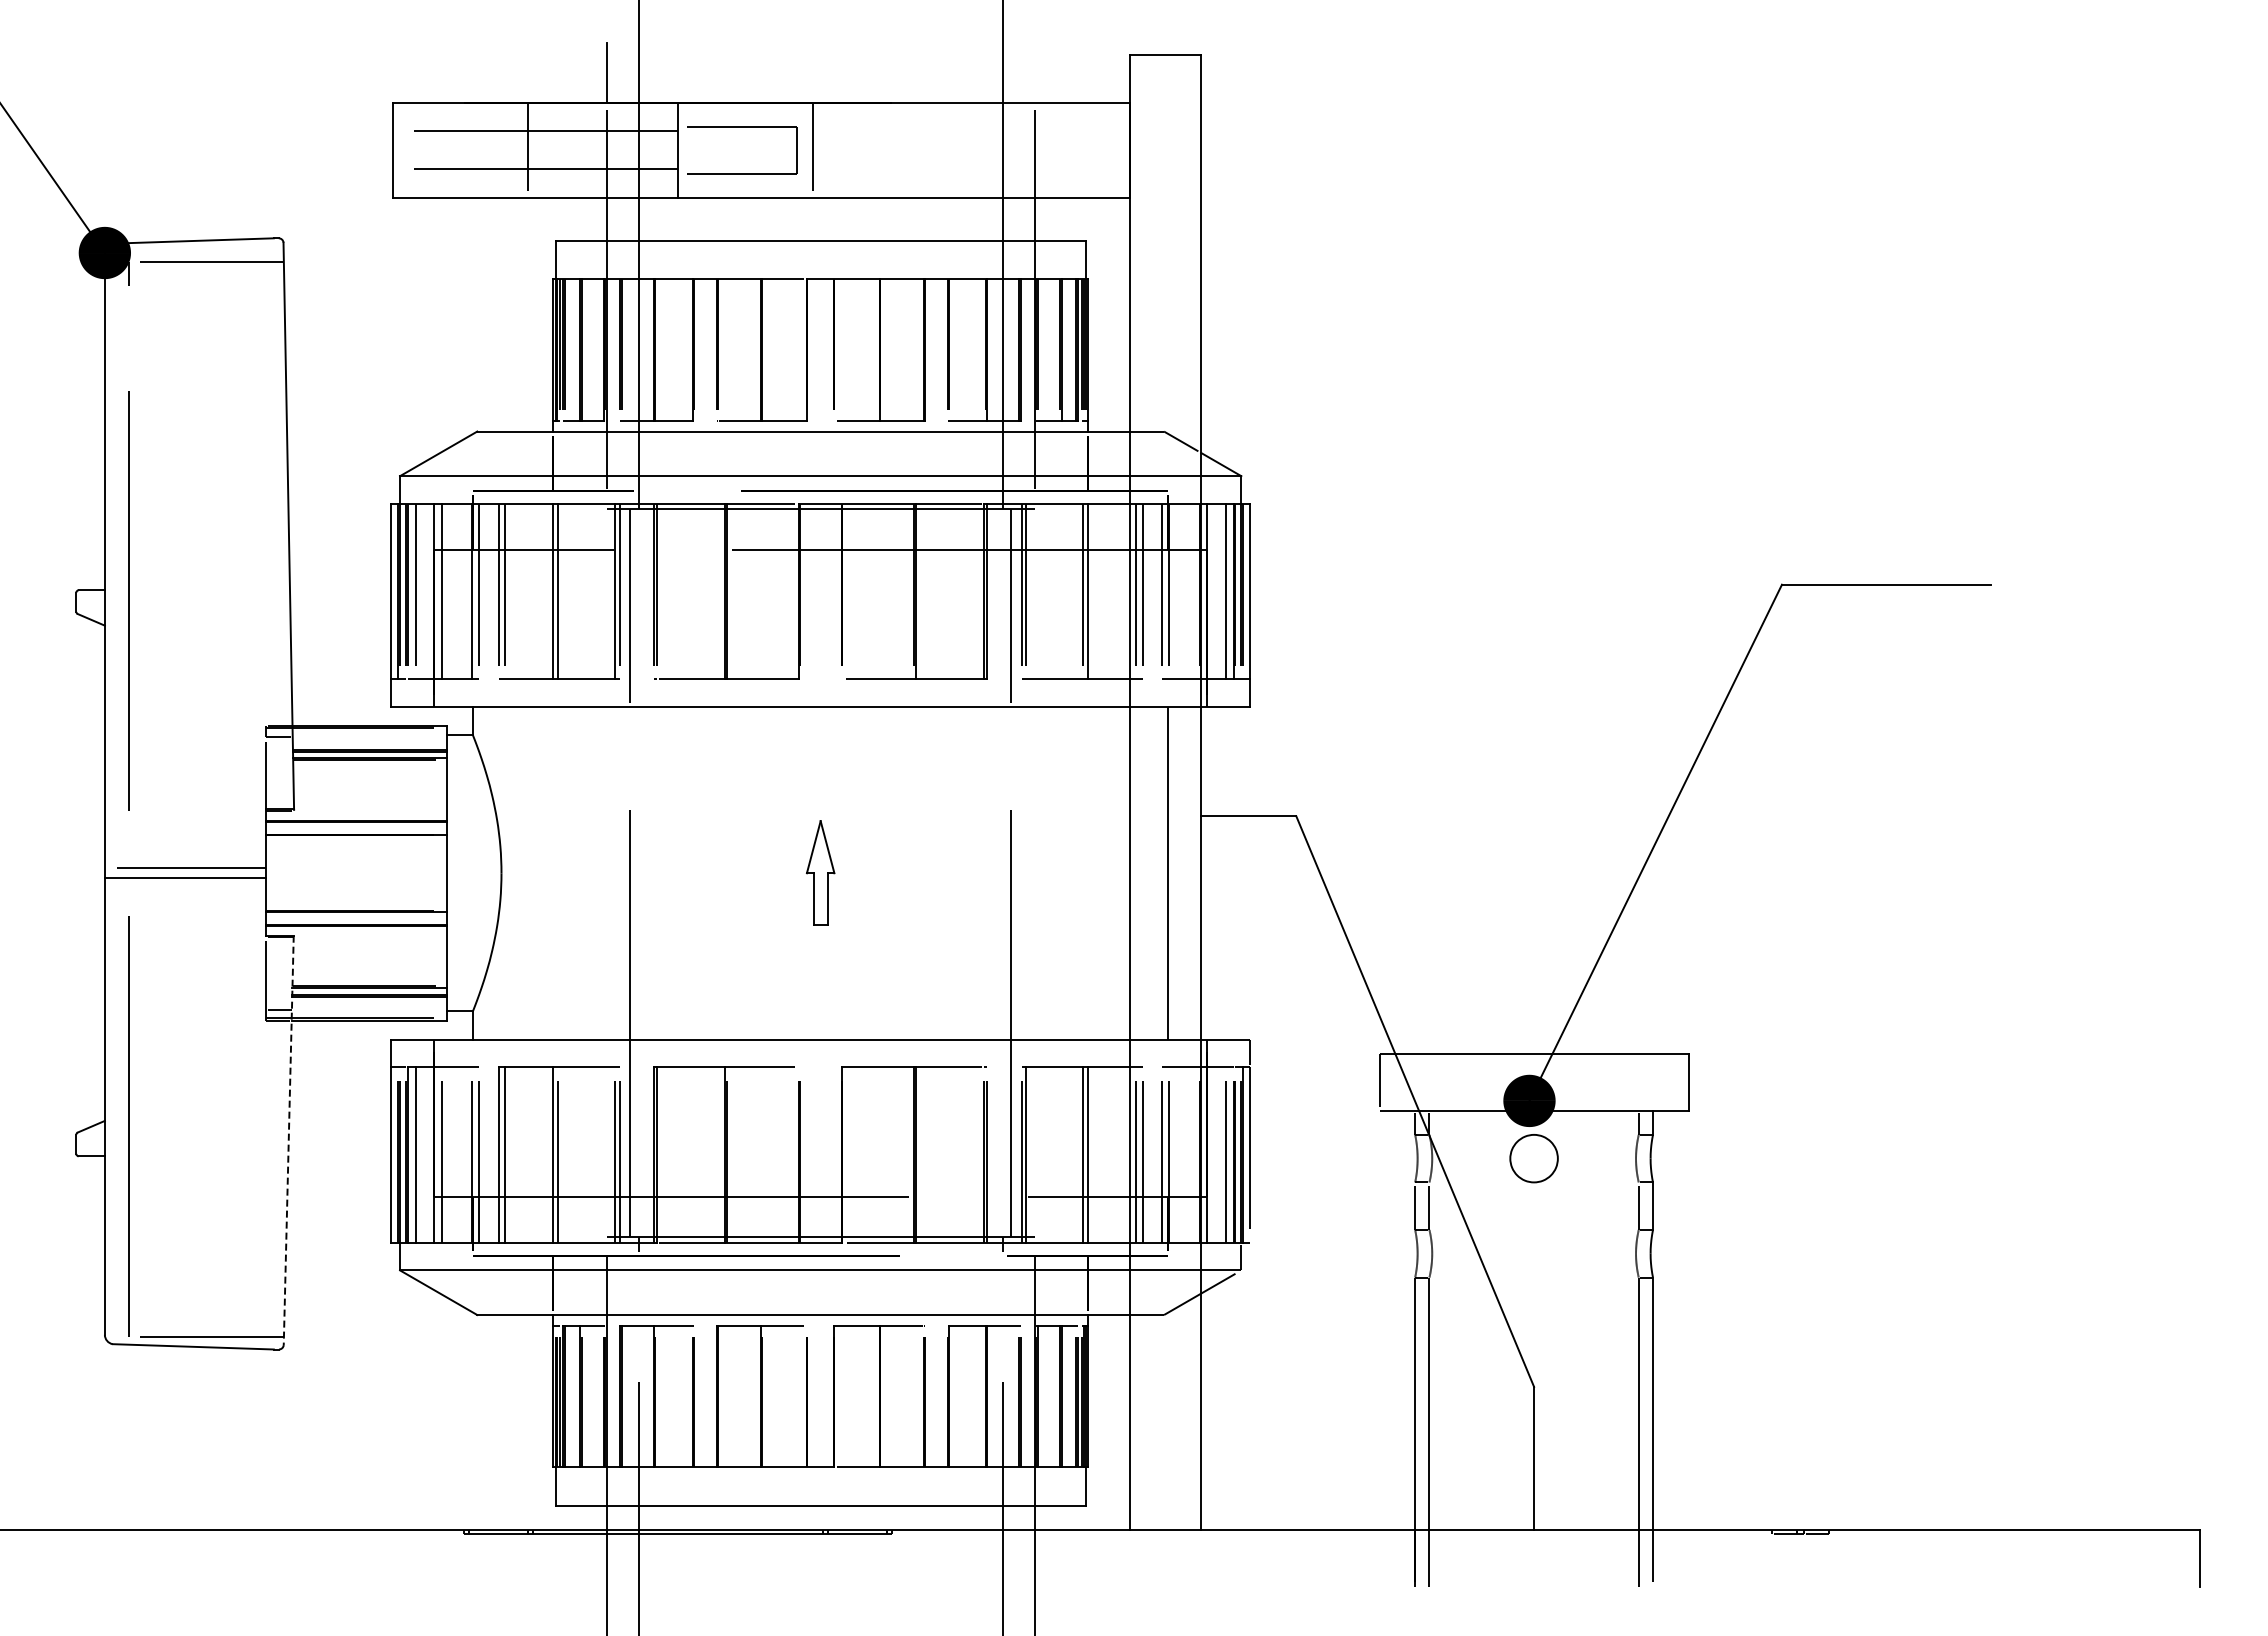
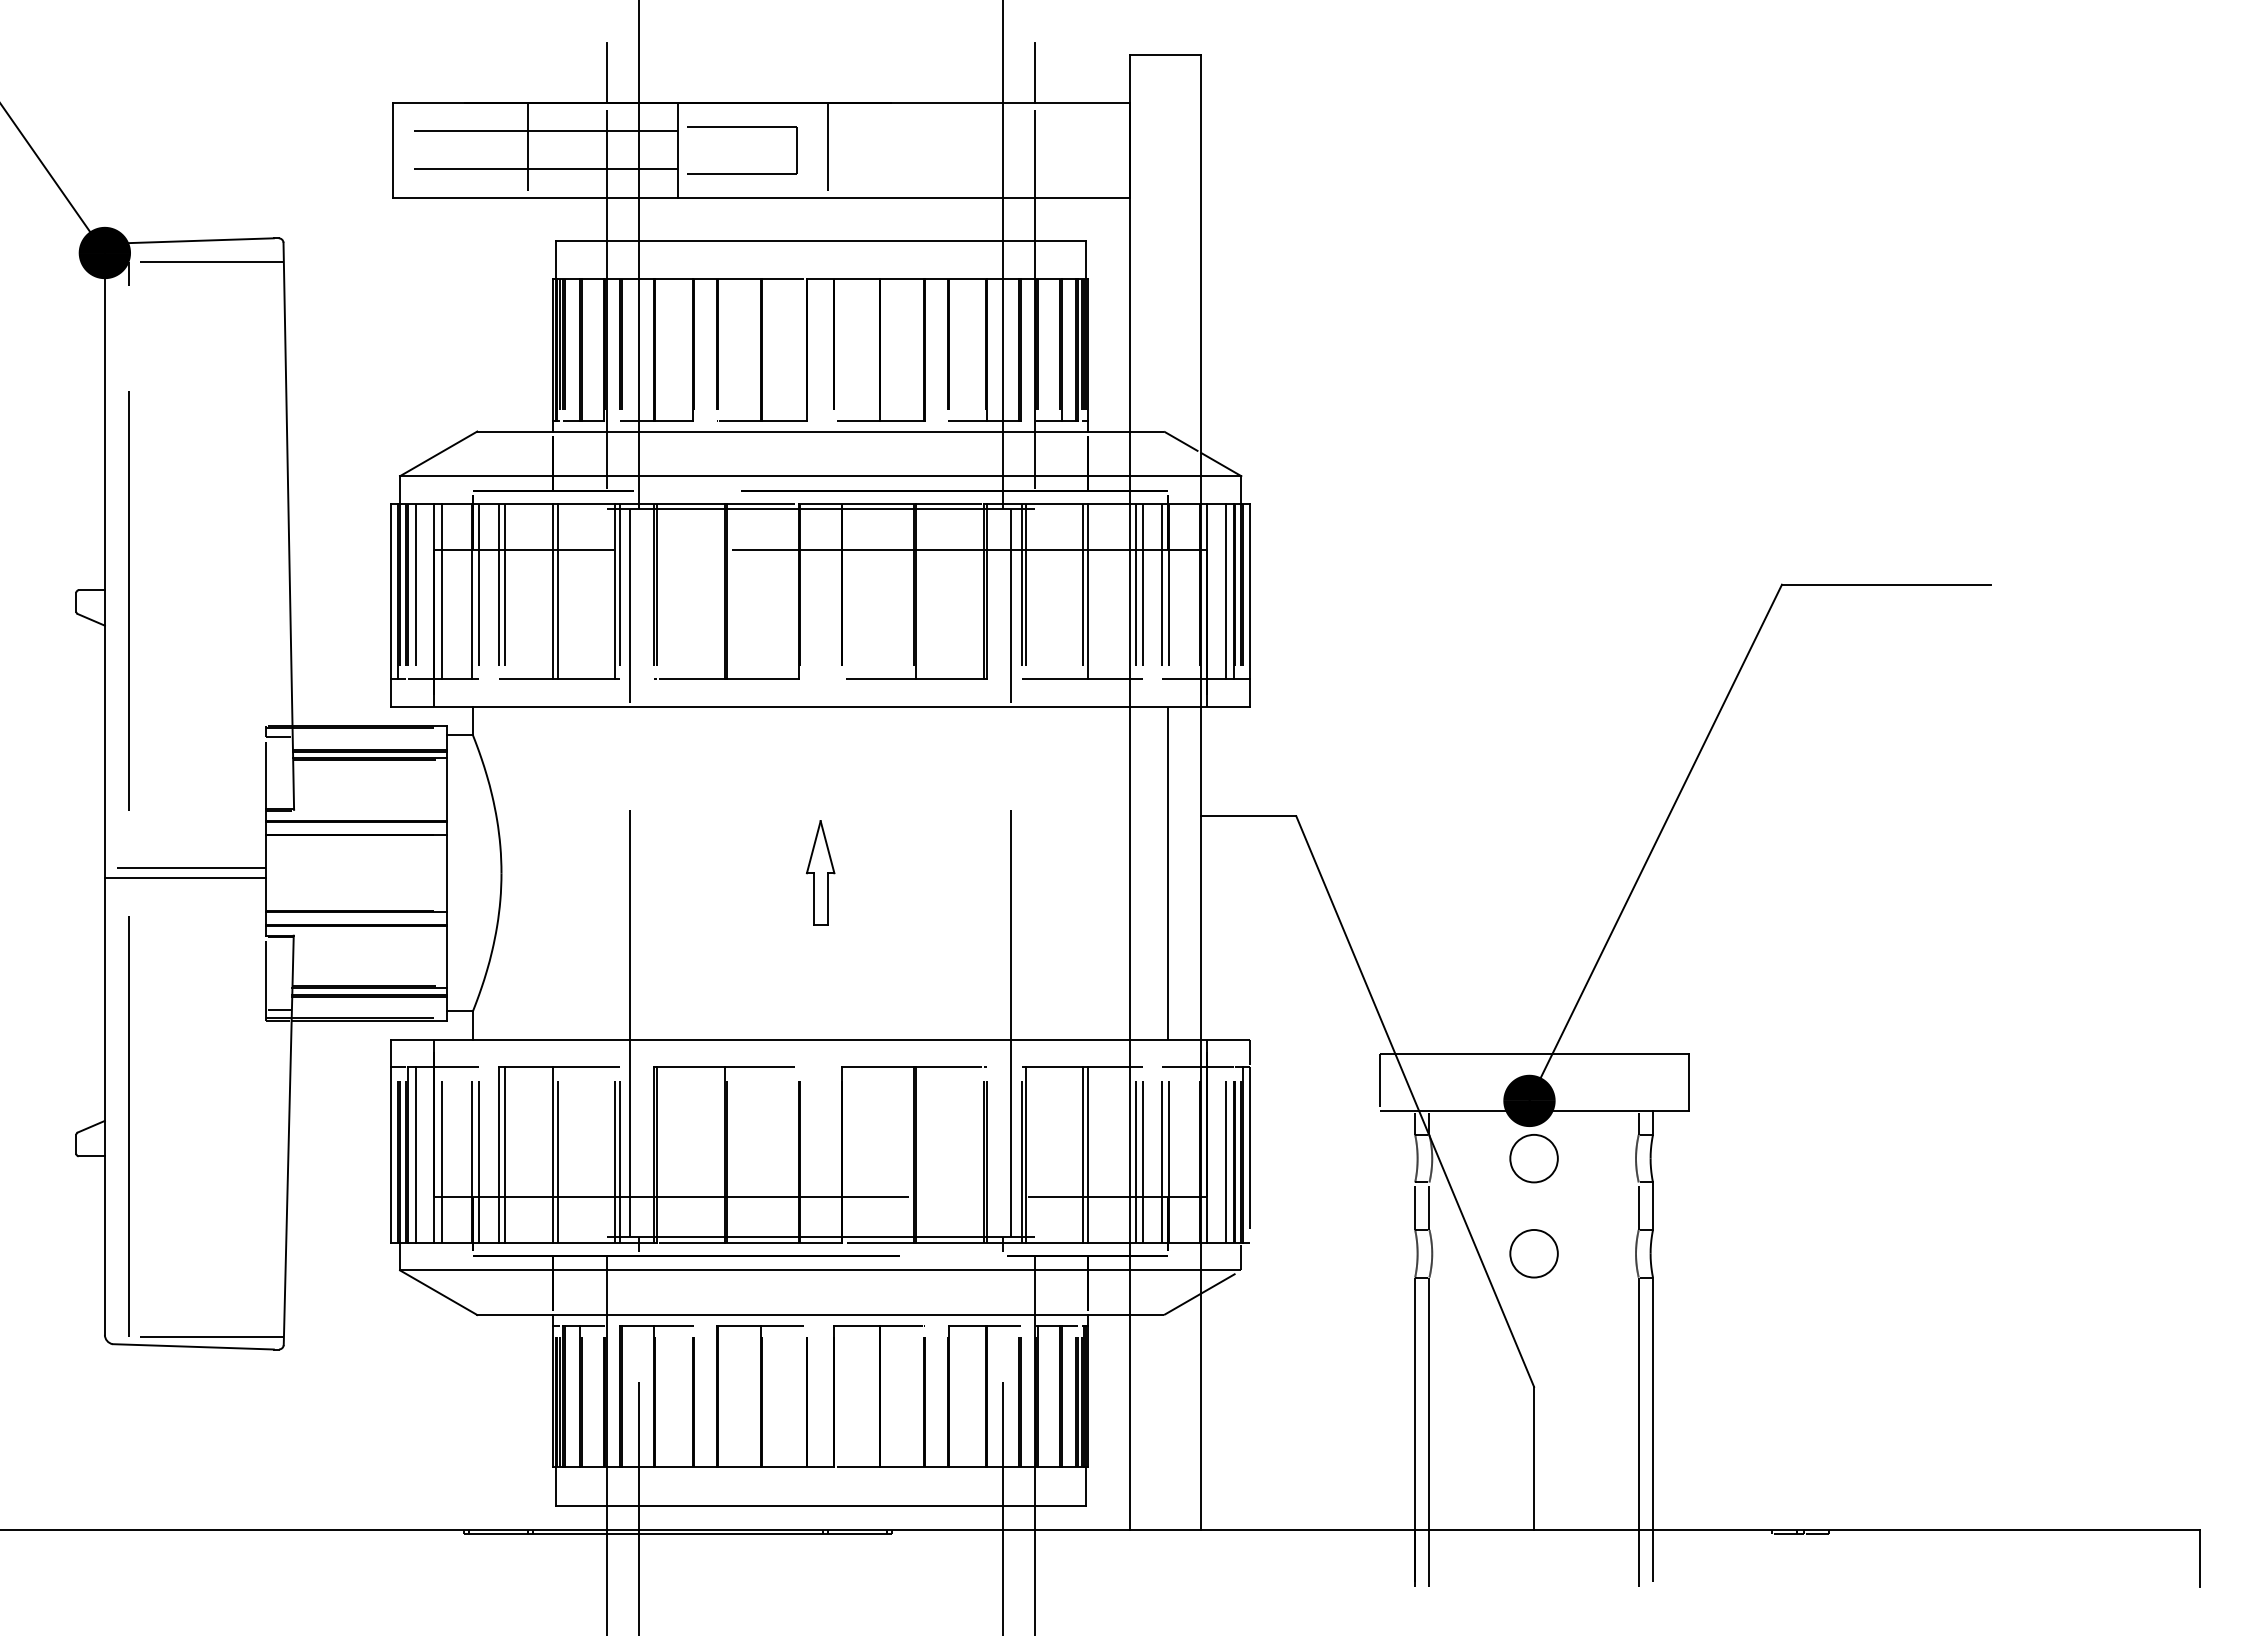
line at (1034, 72): none -> present
line at (812, 149) position: (812, 149) -> (827, 149)
line at (288, 1140): dashed -> solid
part at (1533, 1253): none -> present
